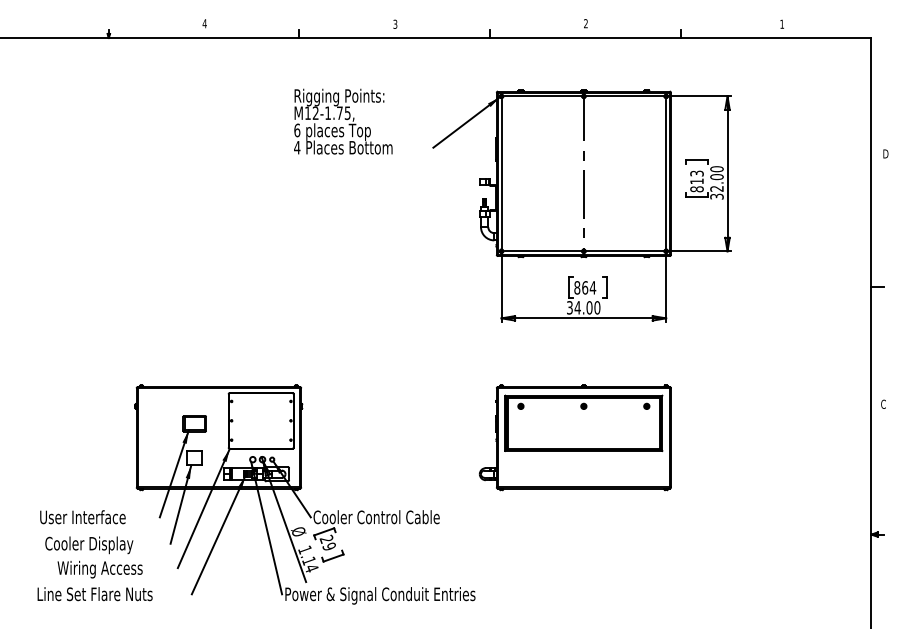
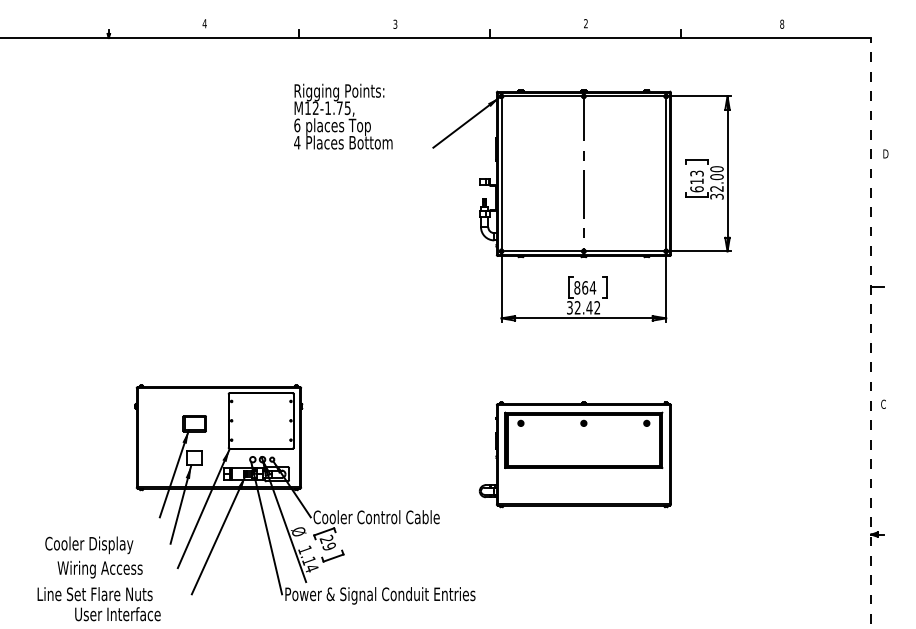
text at (782, 23): 1 -> 8
text at (343, 121) position: (343, 121) -> (343, 116)
text at (696, 189): 813 -> 613
text at (587, 307): 34.00 -> 32.42
line at (871, 332): solid -> dashed
part at (574, 437) position: (574, 437) -> (574, 454)
text at (82, 517) position: (82, 517) -> (117, 614)
